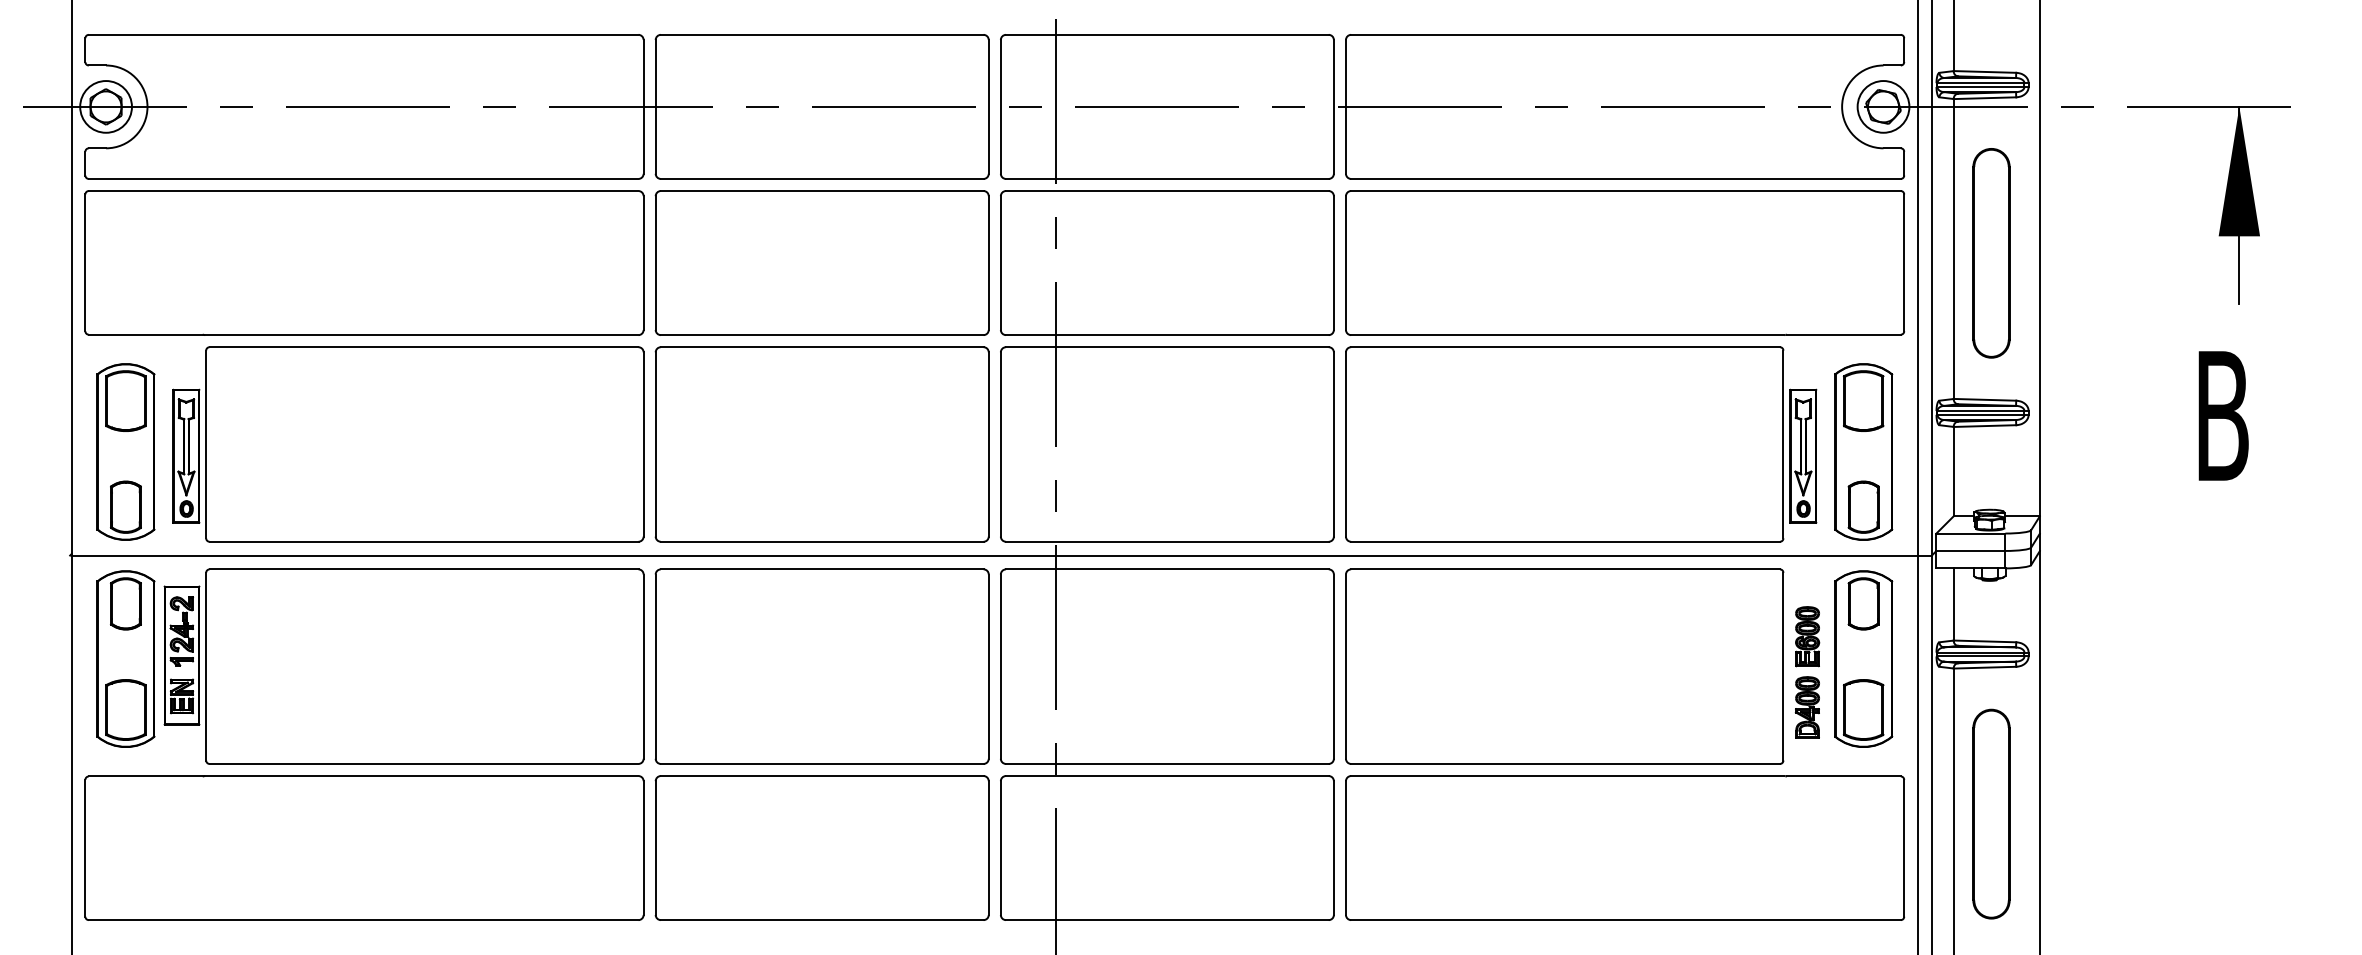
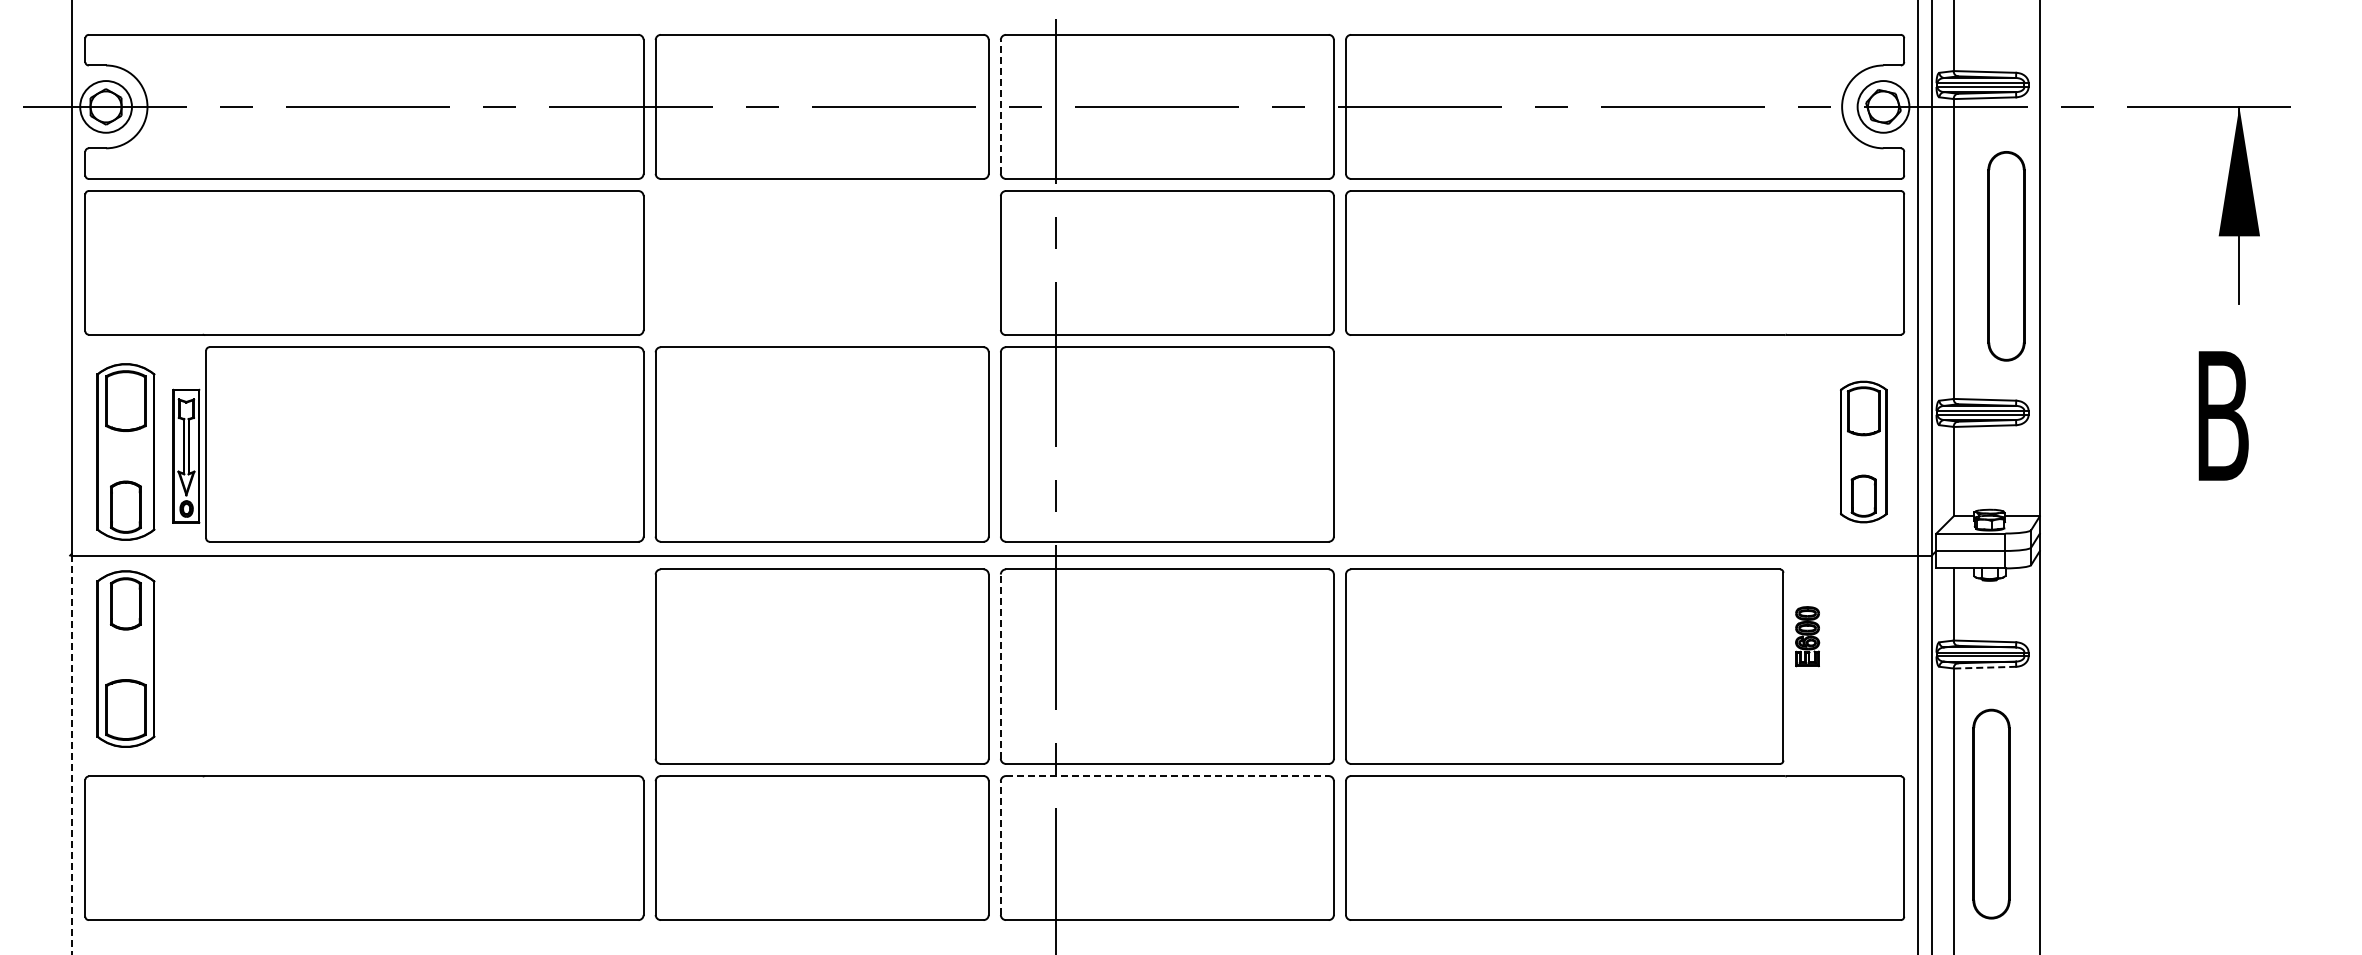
line at (1000, 106): solid -> dashed
part at (1991, 253) position: (1991, 253) -> (2006, 256)
part at (821, 262): present -> none
part at (1581, 444): present -> none
part at (1863, 451) size: 60x178 px -> 48x144 px
part at (1863, 658): present -> none
part at (403, 666): present -> none
line at (1000, 666): solid -> dashed
line at (1984, 667): solid -> dashed
part at (1806, 707): present -> none
line at (71, 754): solid -> dashed
line at (1167, 776): solid -> dashed
line at (1000, 848): solid -> dashed
